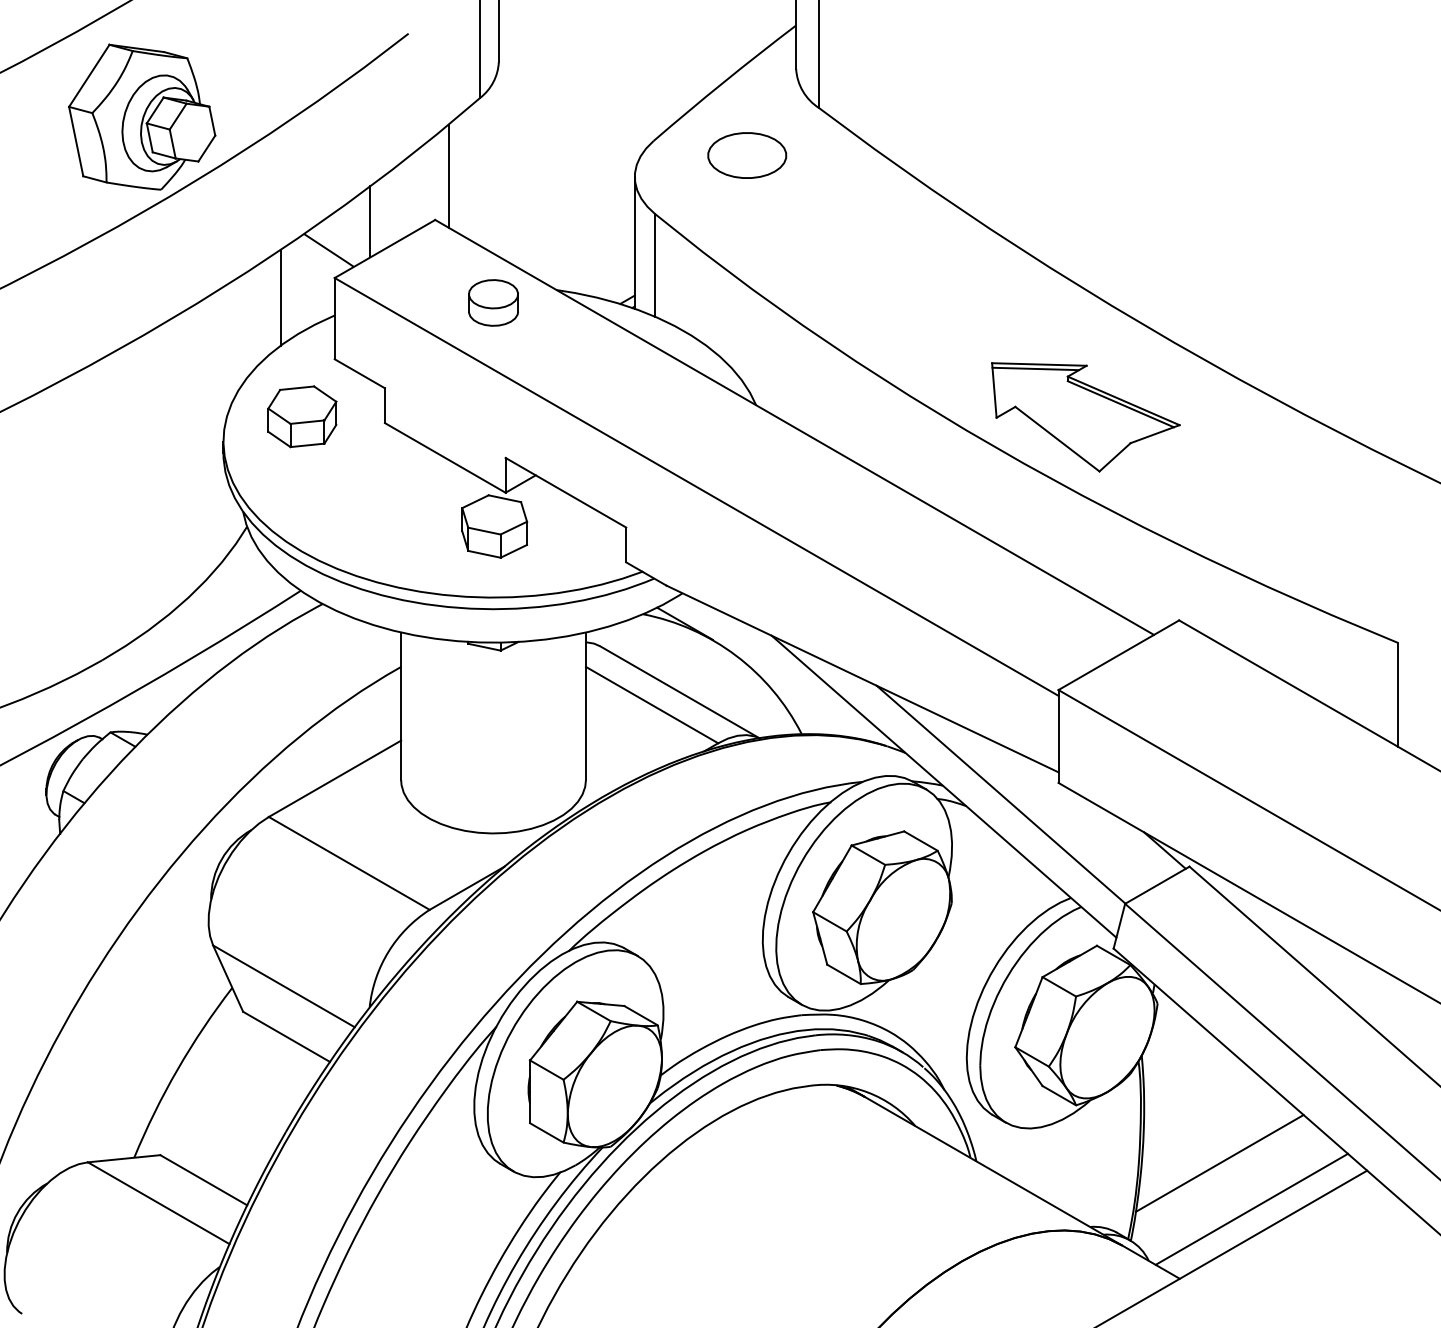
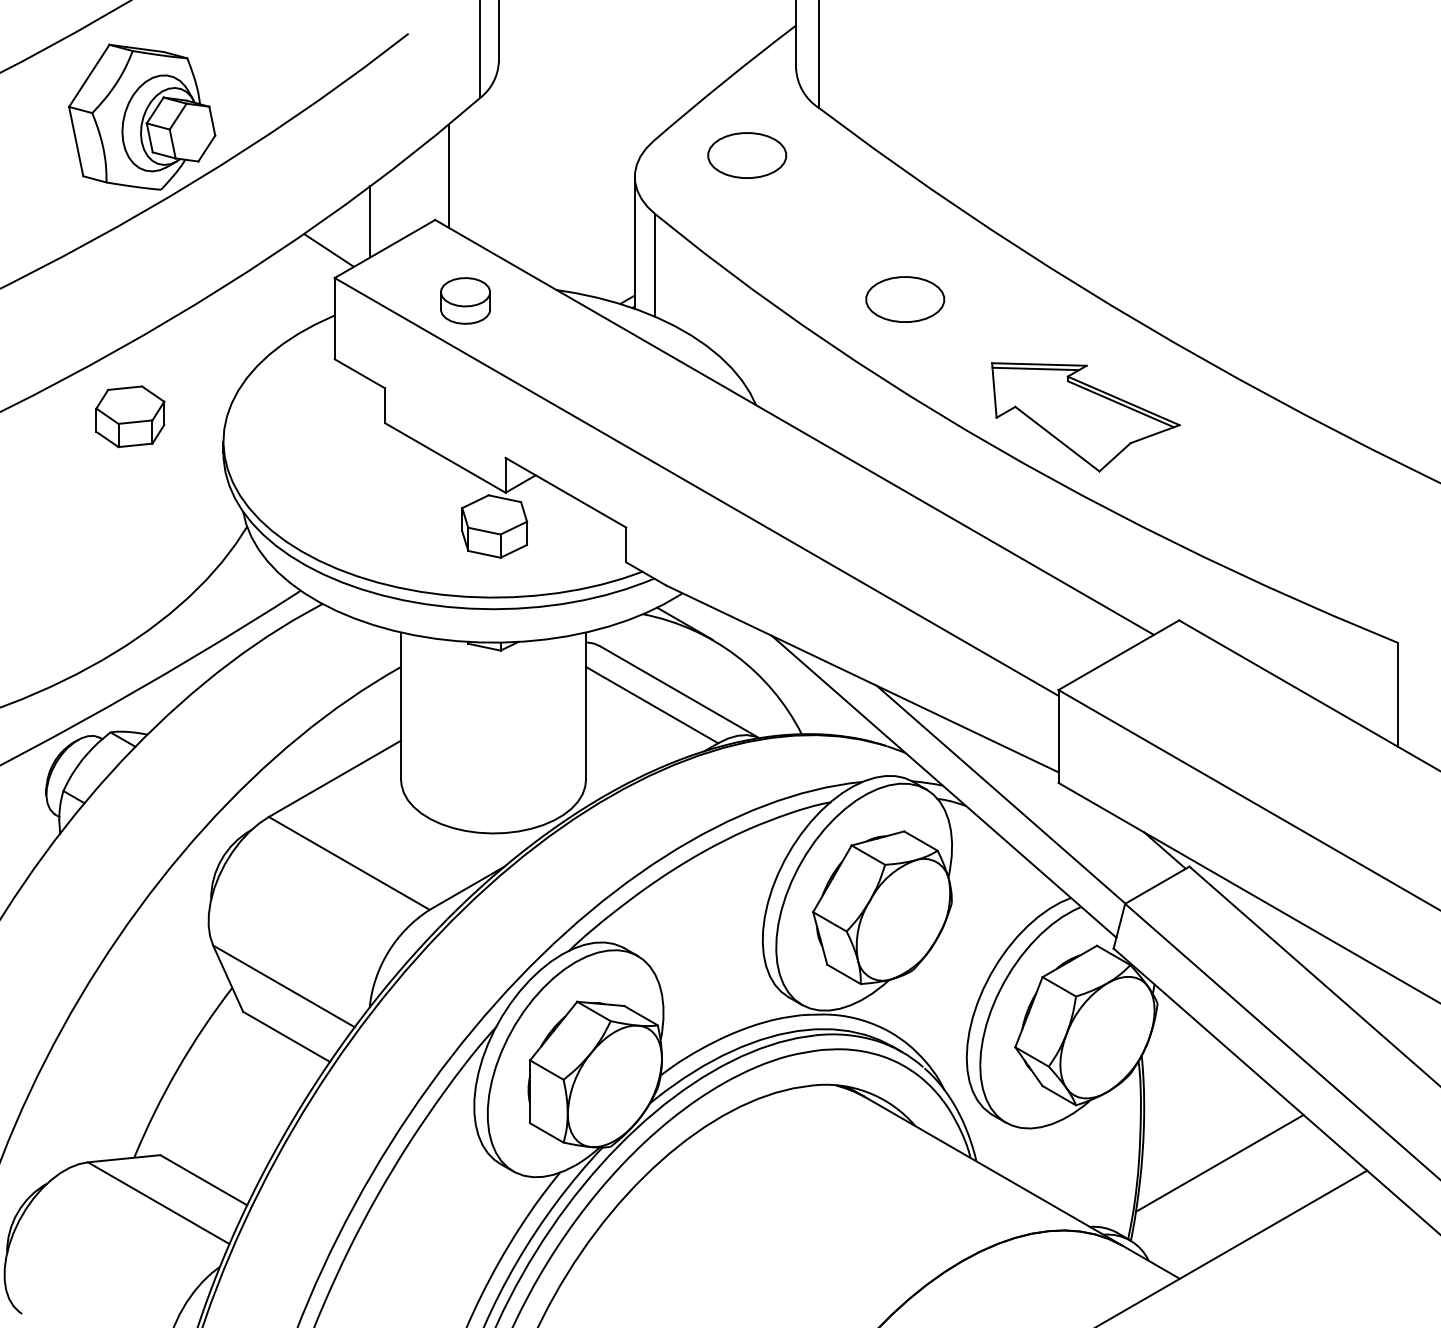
line at (280, 297): present -> none
part at (905, 299): none -> present
part at (493, 302) position: (493, 302) -> (465, 300)
part at (302, 416) position: (302, 416) -> (130, 416)
line at (1251, 1208): present -> none
